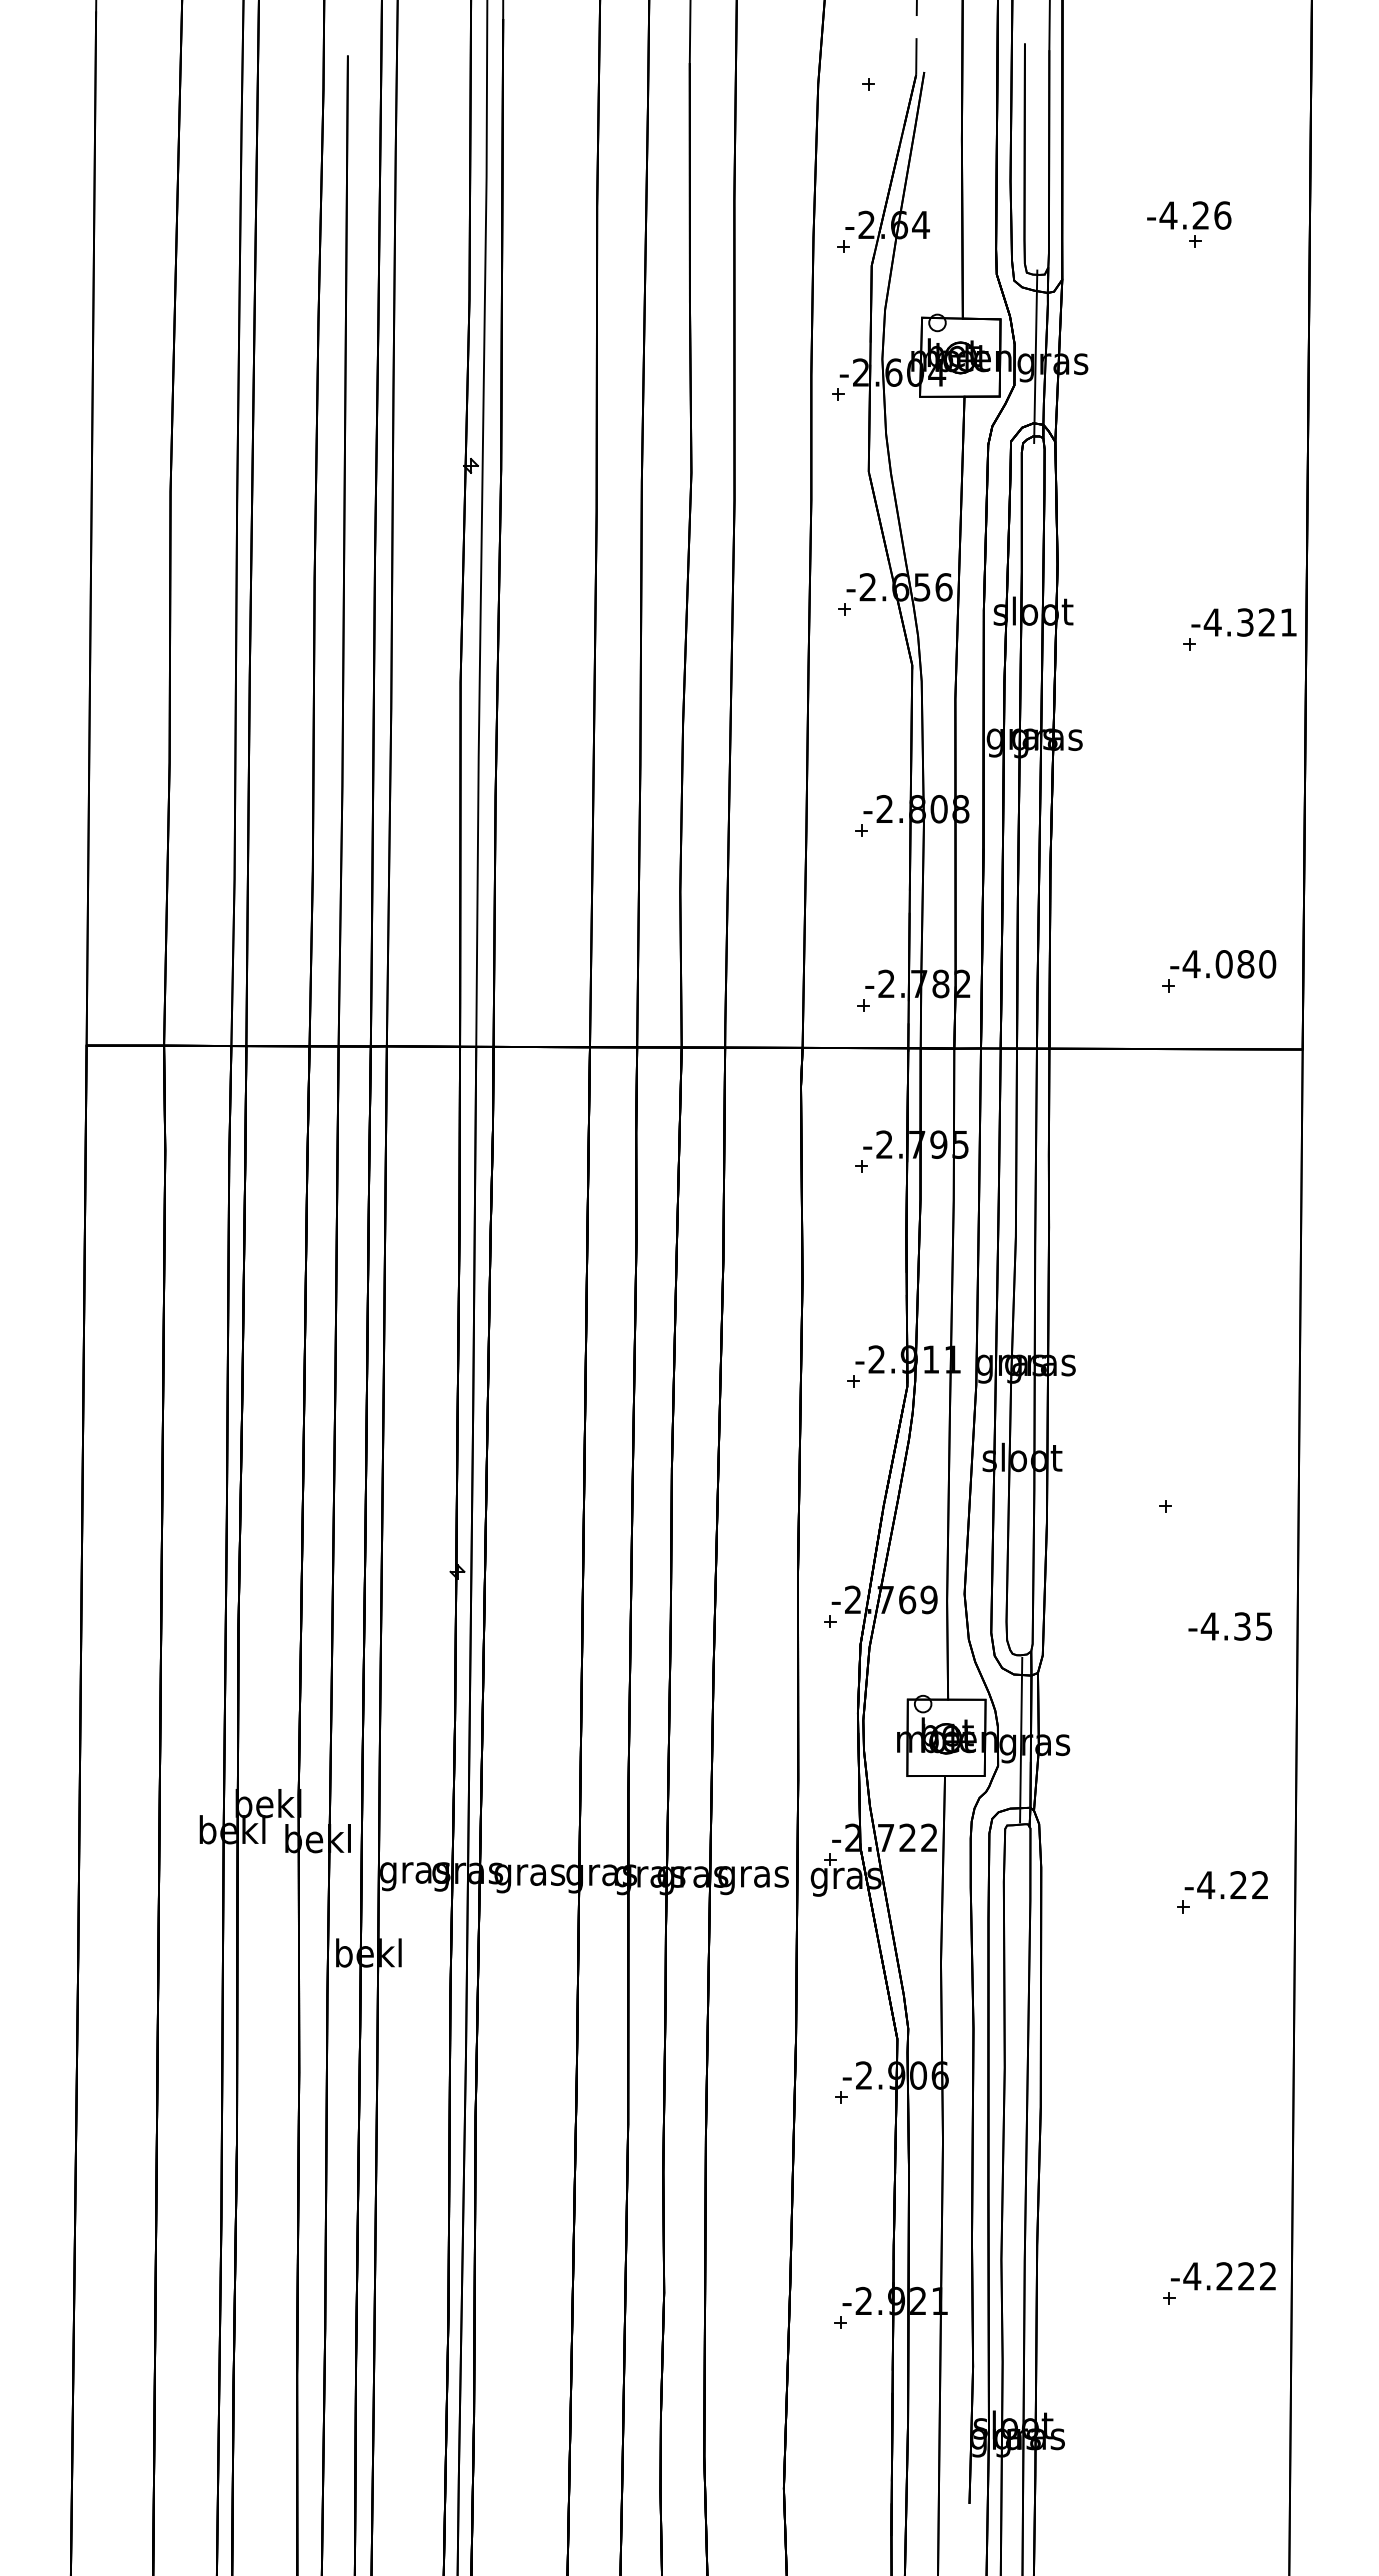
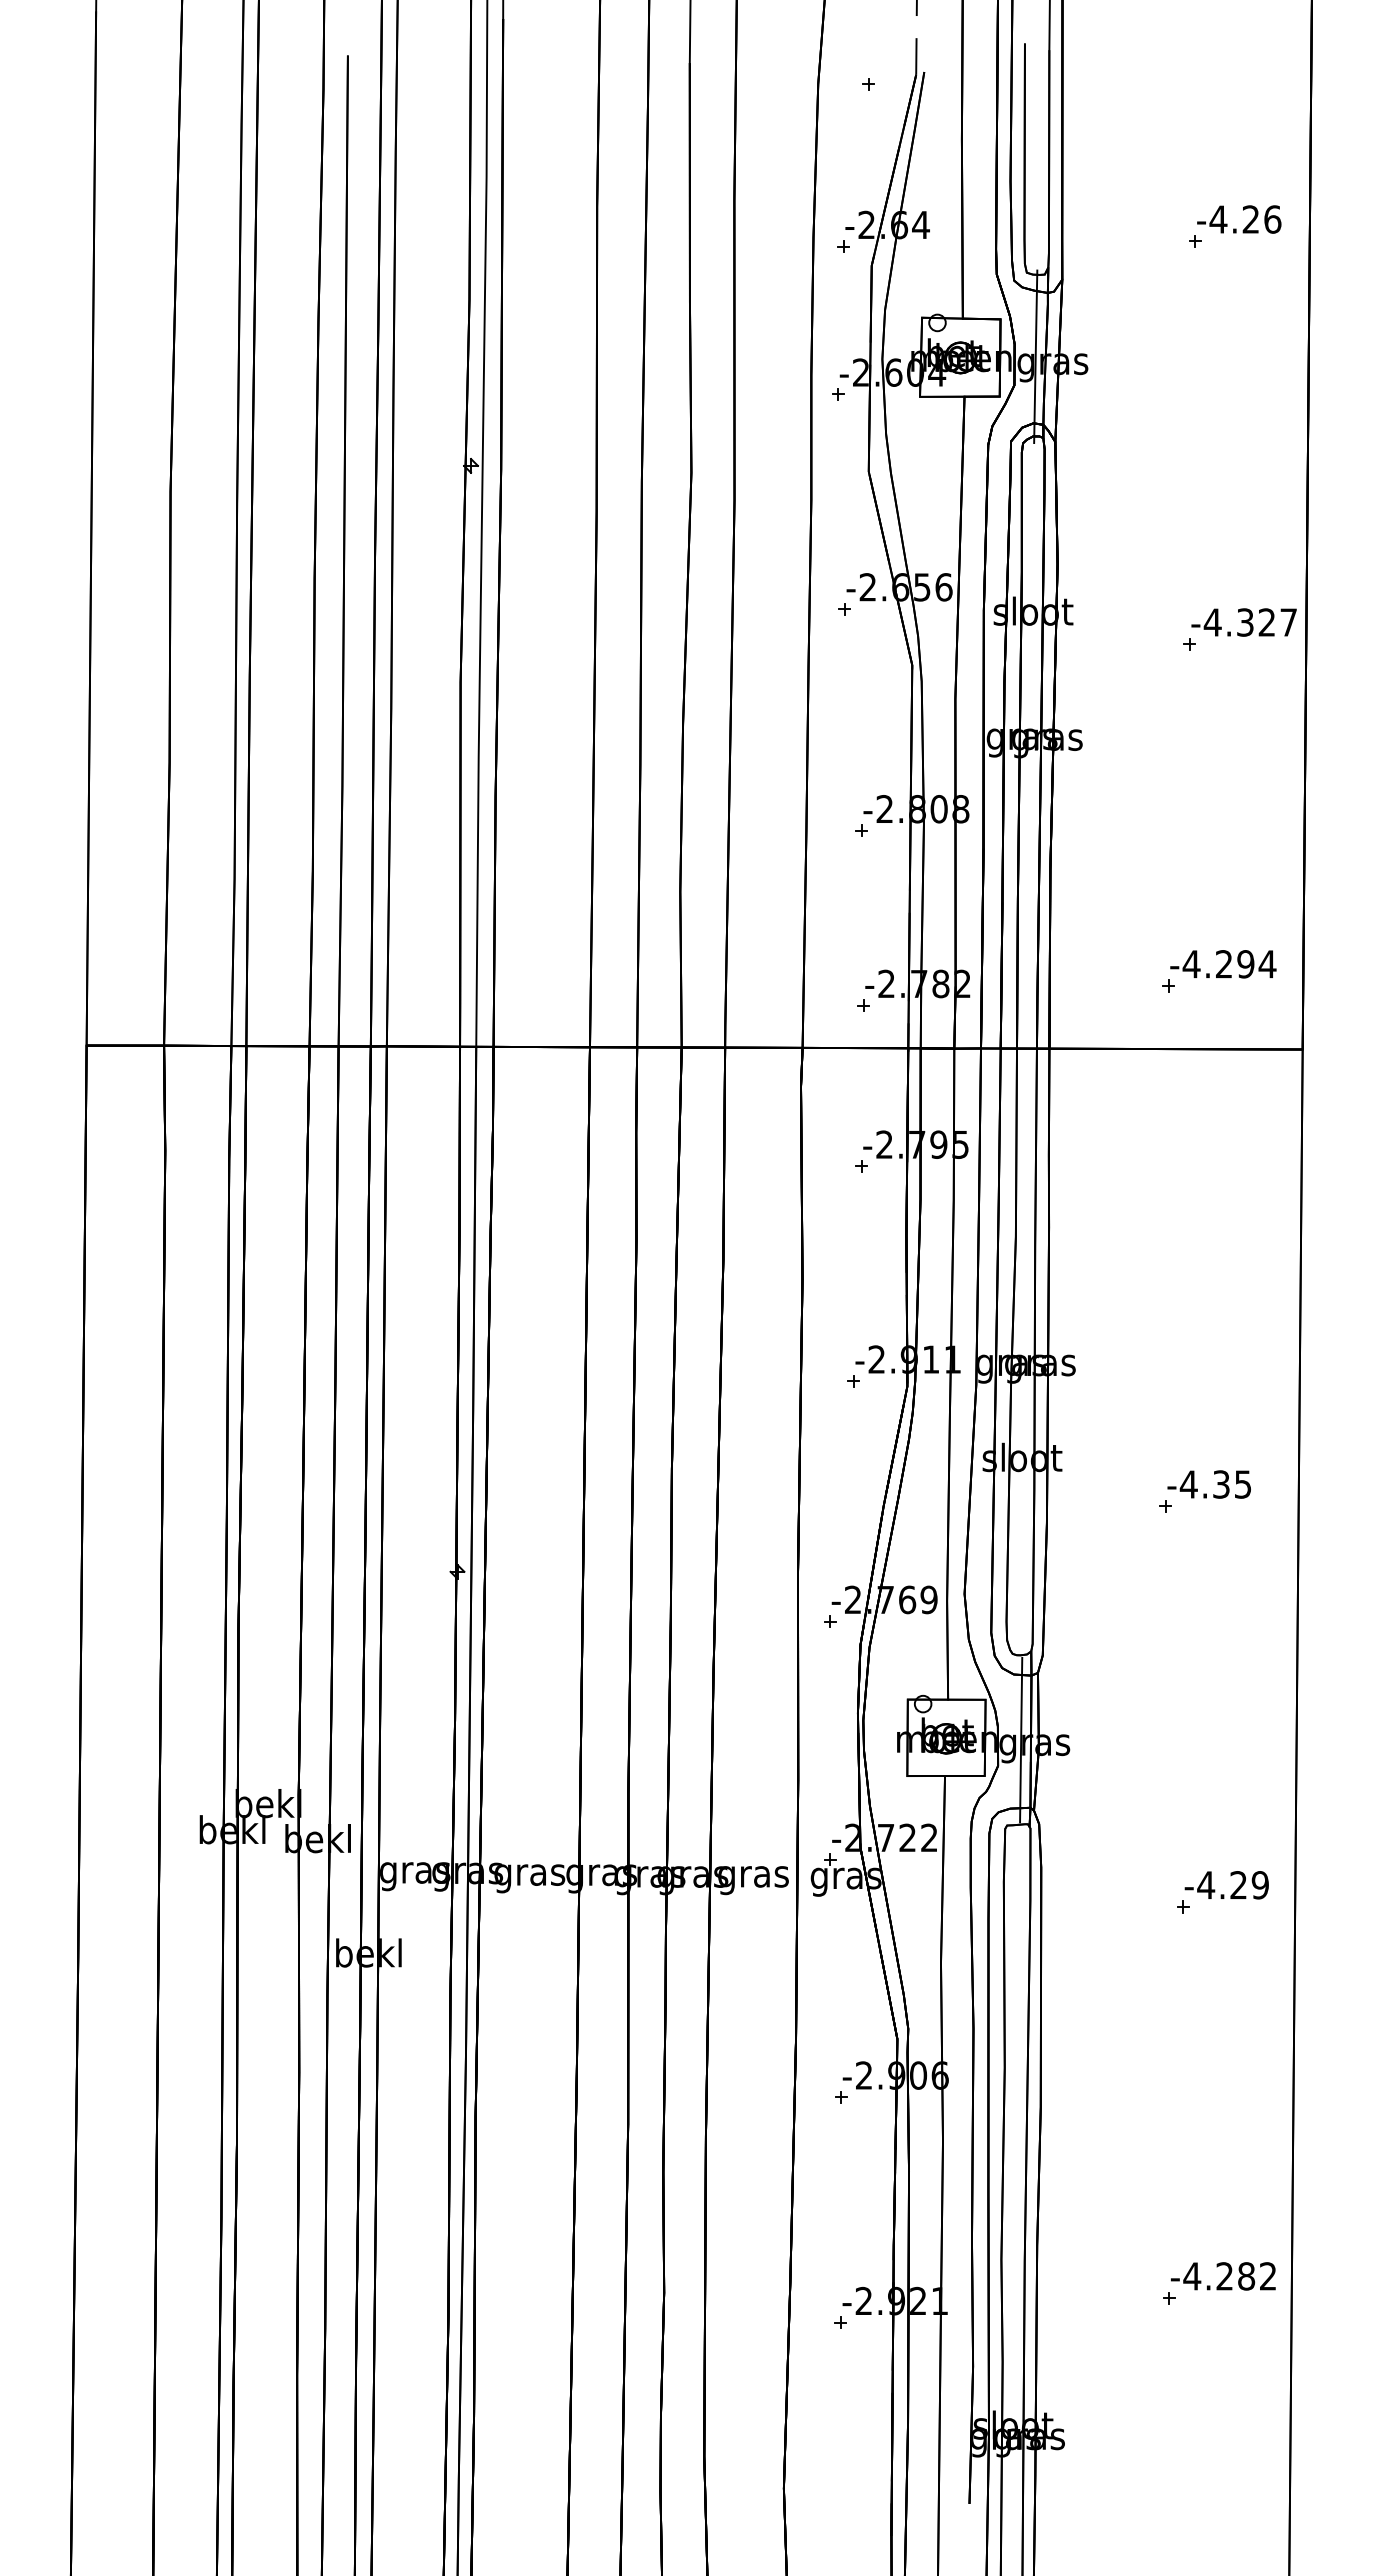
text at (1189, 215) position: (1189, 215) -> (1239, 219)
text at (1288, 622): -4.321 -> -4.327
text at (1245, 964): -4.080 -> -4.294
text at (1229, 1626) position: (1229, 1626) -> (1208, 1484)
text at (1259, 1885): -4.22 -> -4.29
text at (1246, 2276): -4.222 -> -4.282
